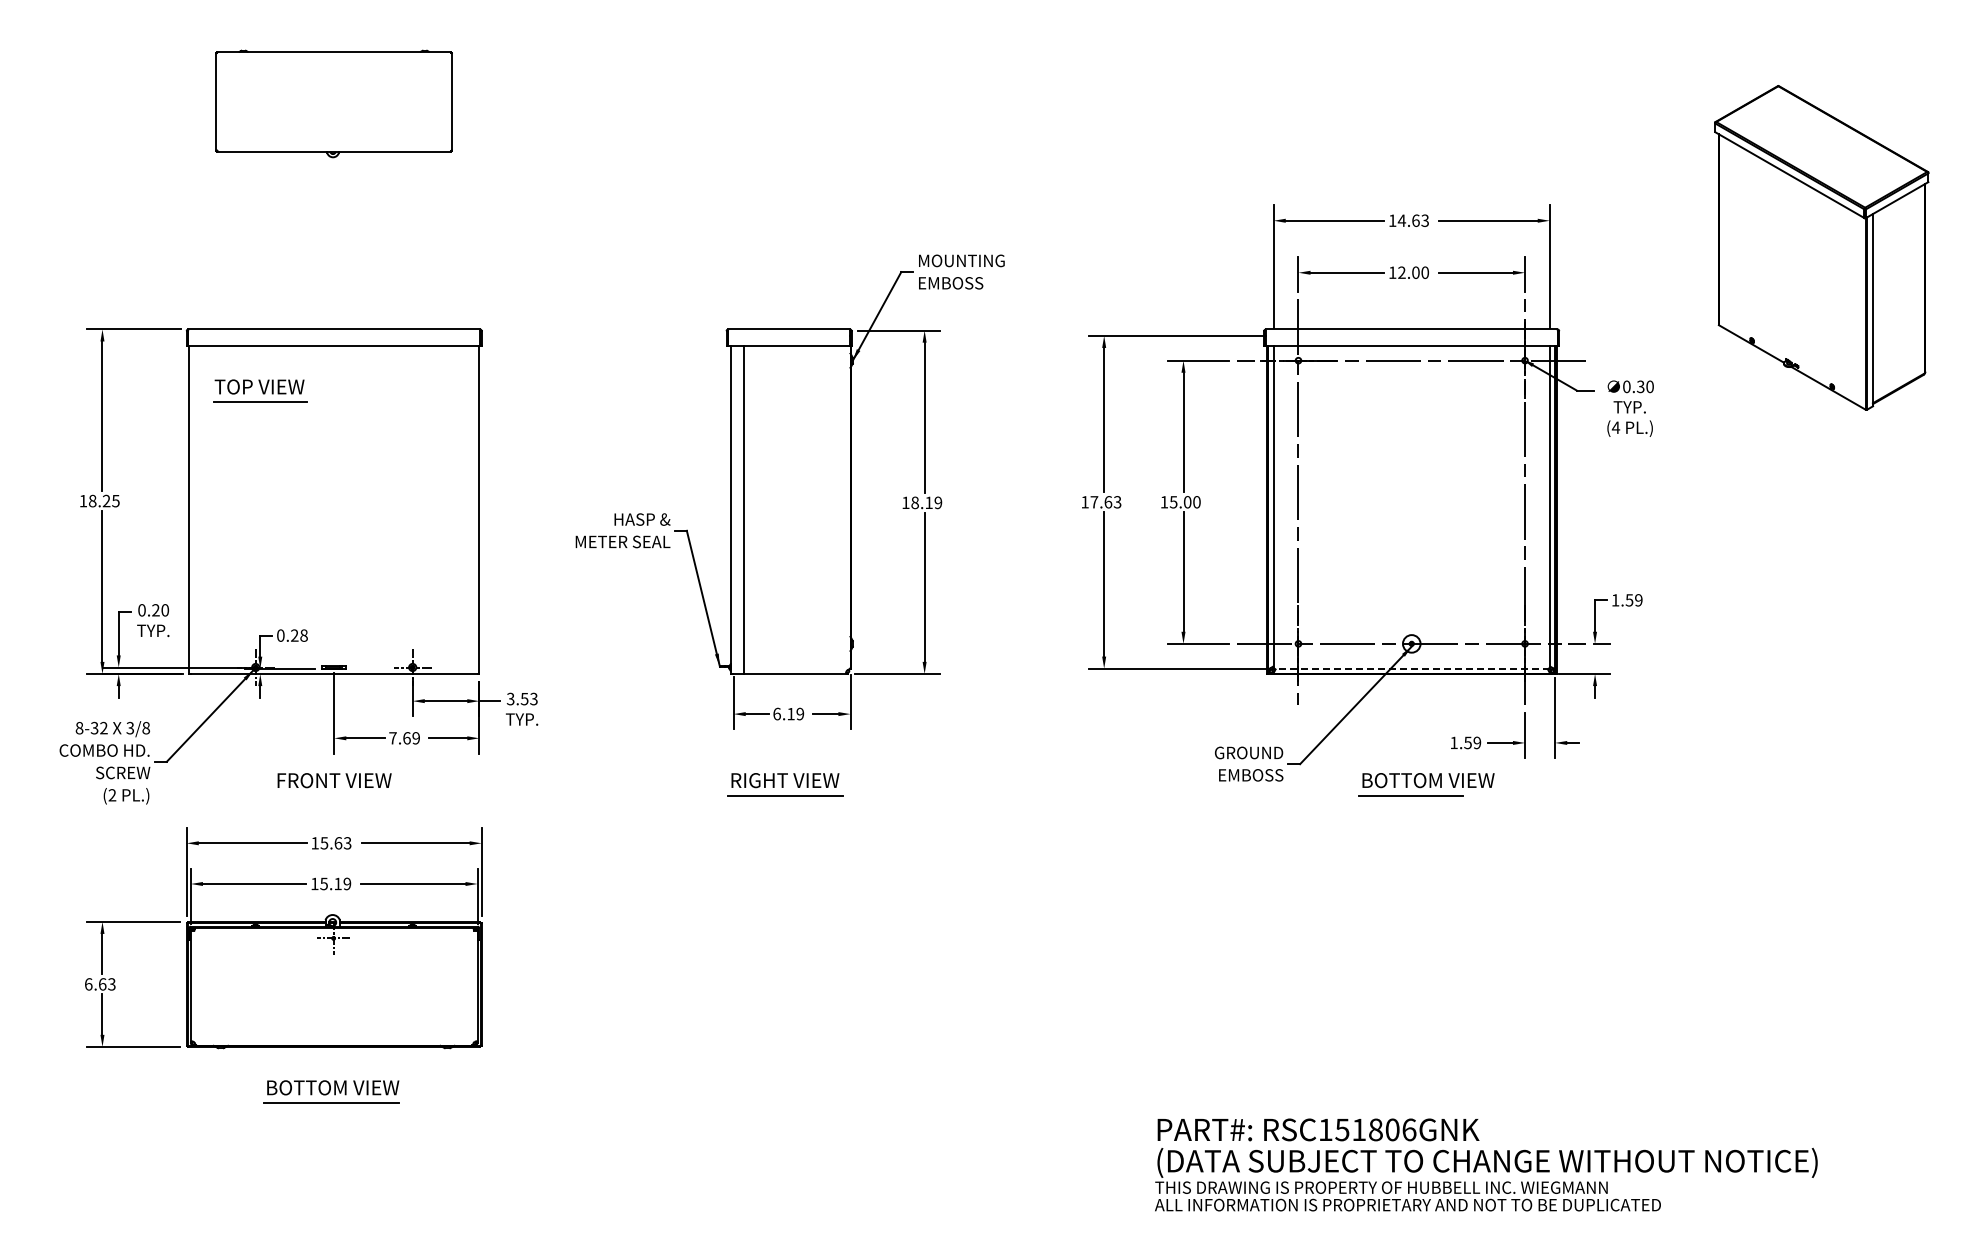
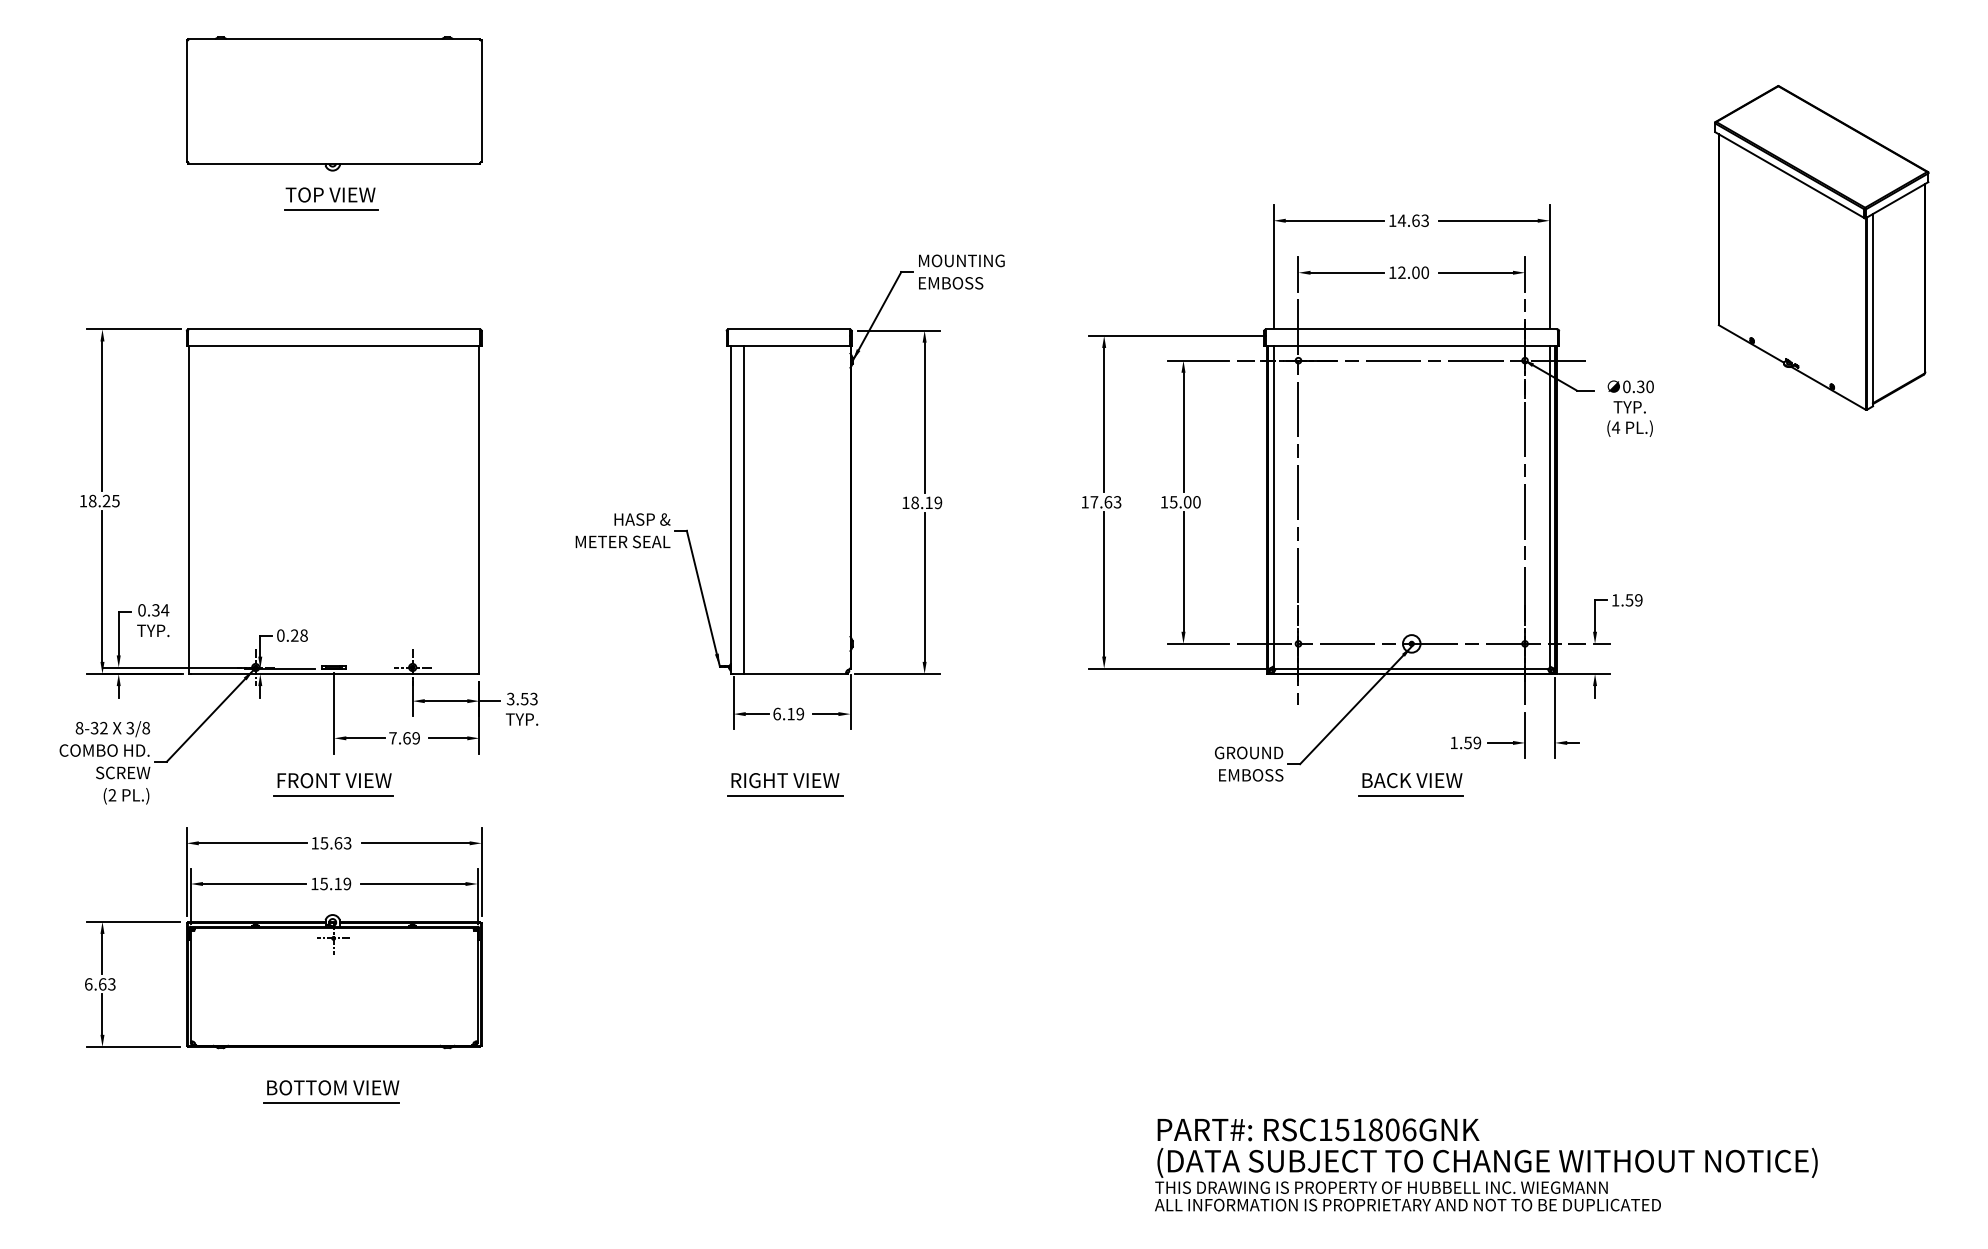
part at (333, 103) size: 238x110 px -> 297x136 px
part at (260, 390) position: (260, 390) -> (331, 198)
text at (160, 610): 0.20 -> 0.34
line at (1411, 668): dashed -> solid
text at (1434, 780): BOTTOM VIEW -> BACK VIEW
line at (333, 795): none -> present
